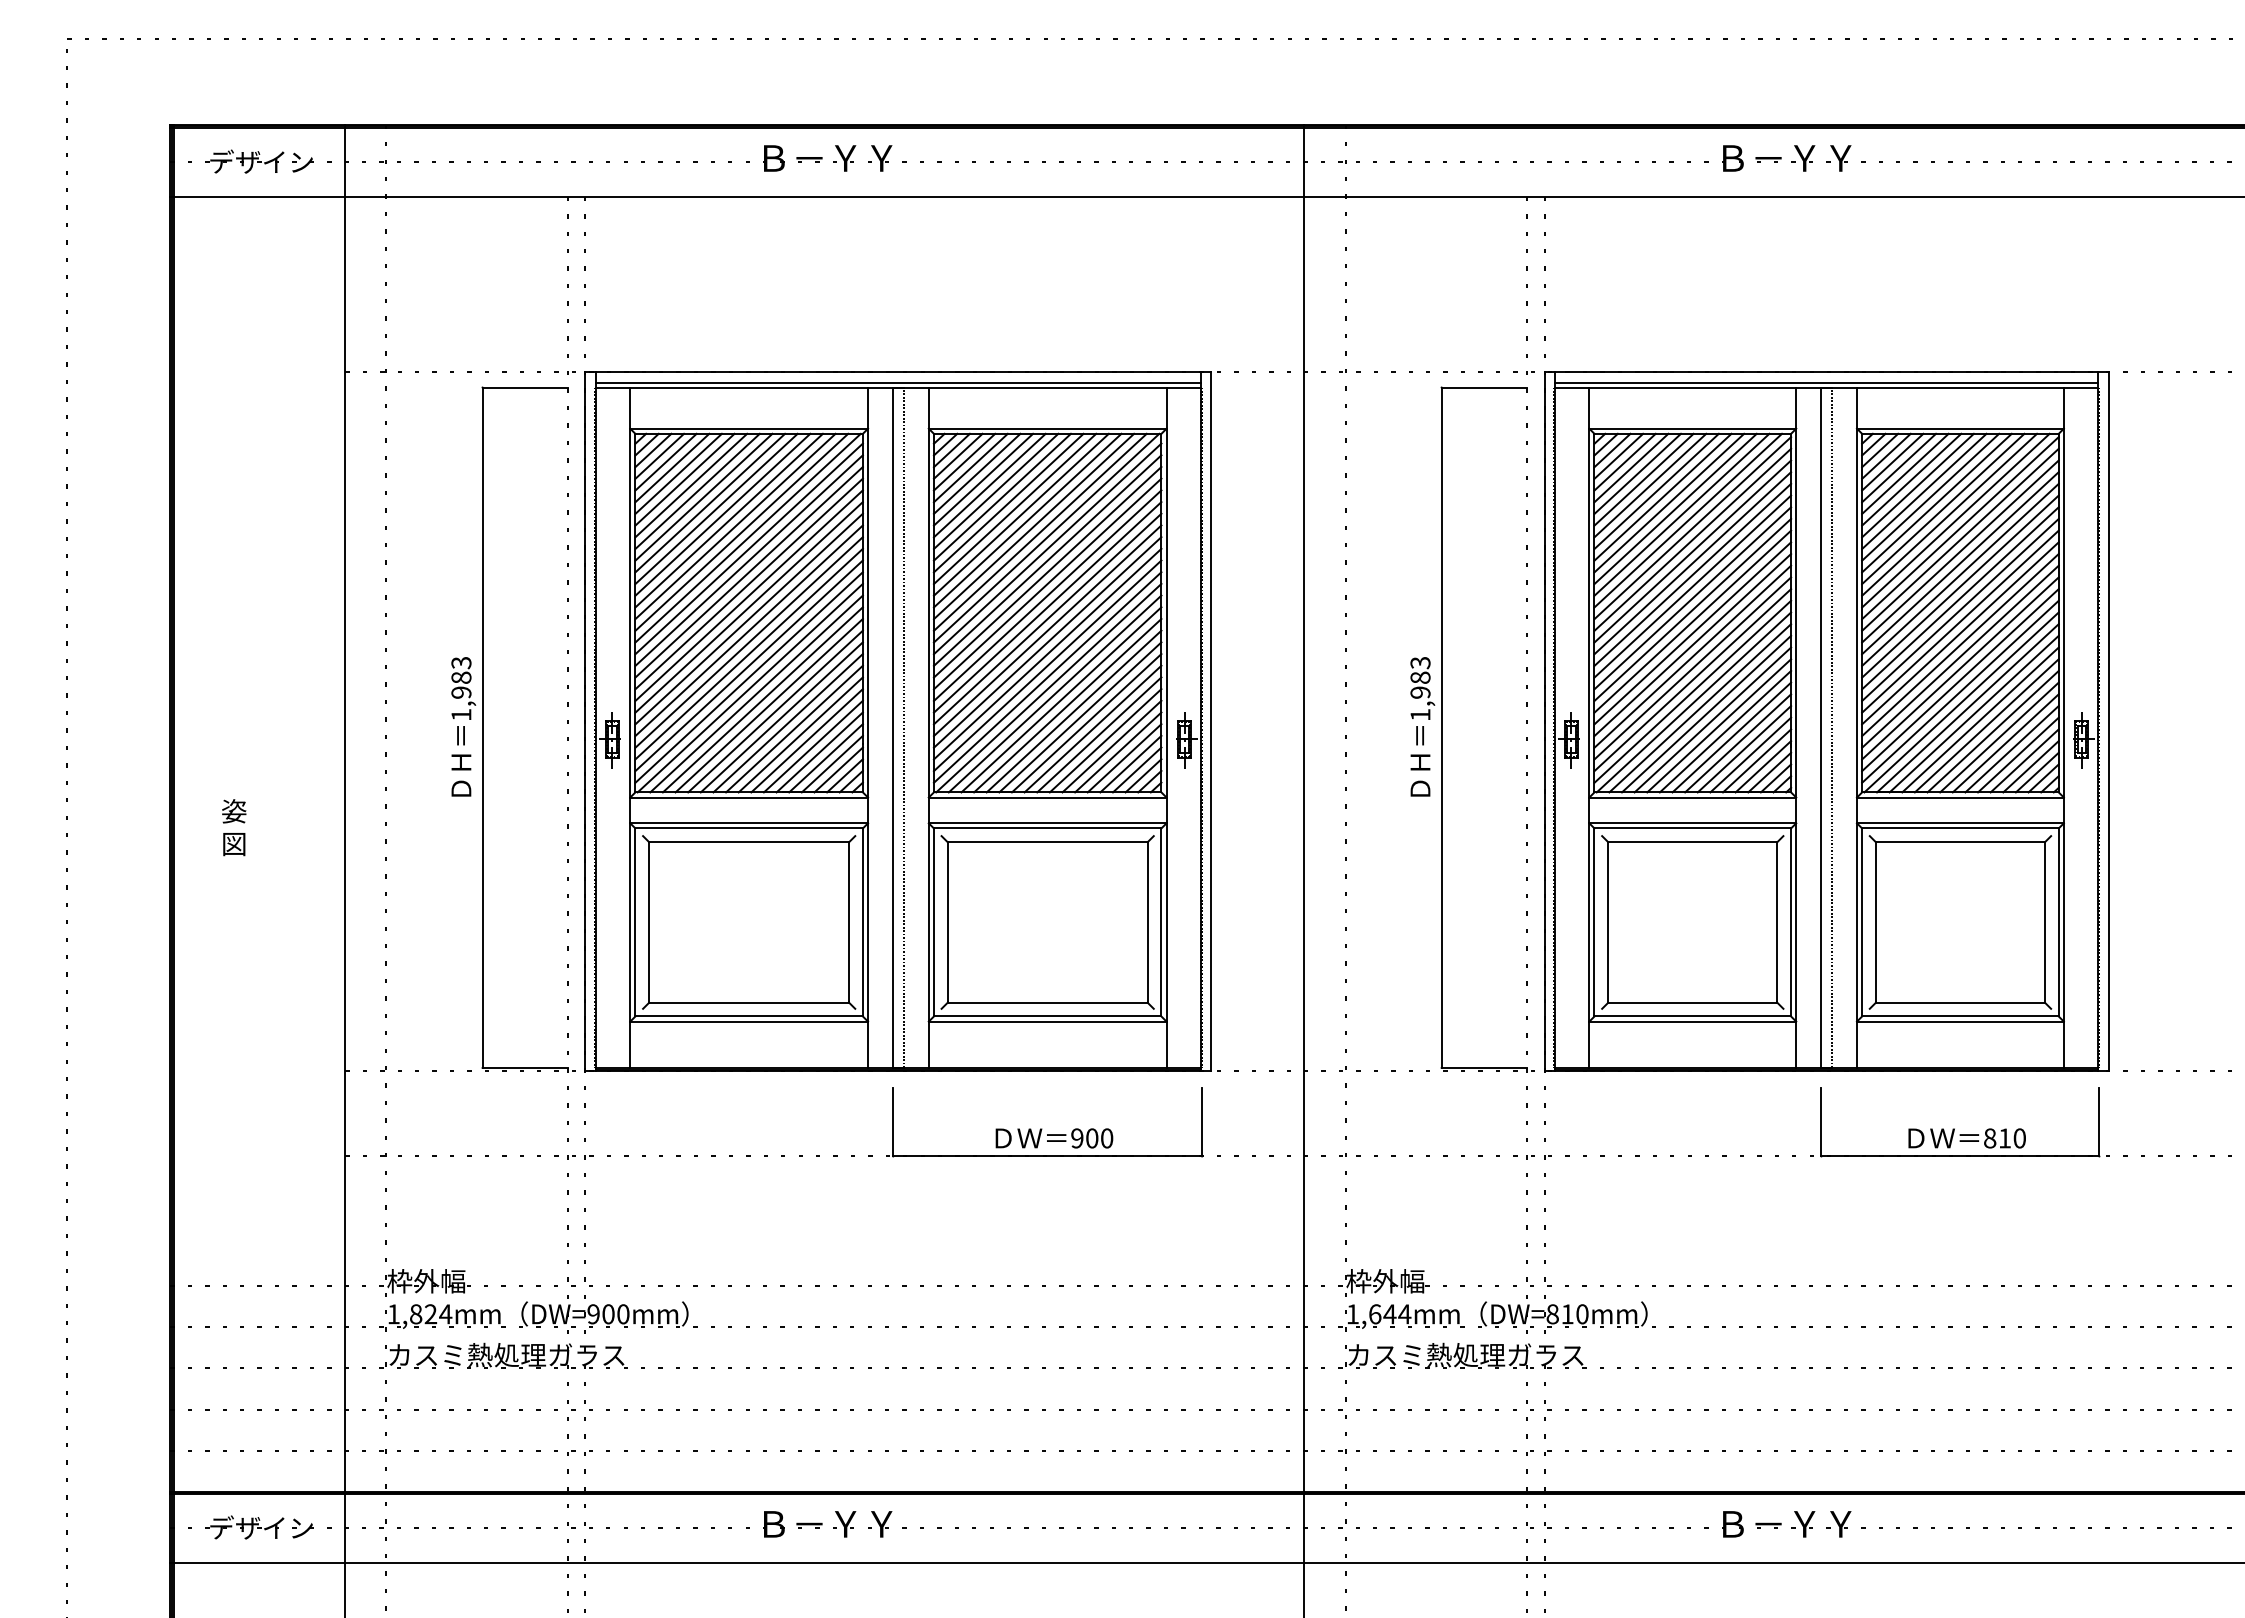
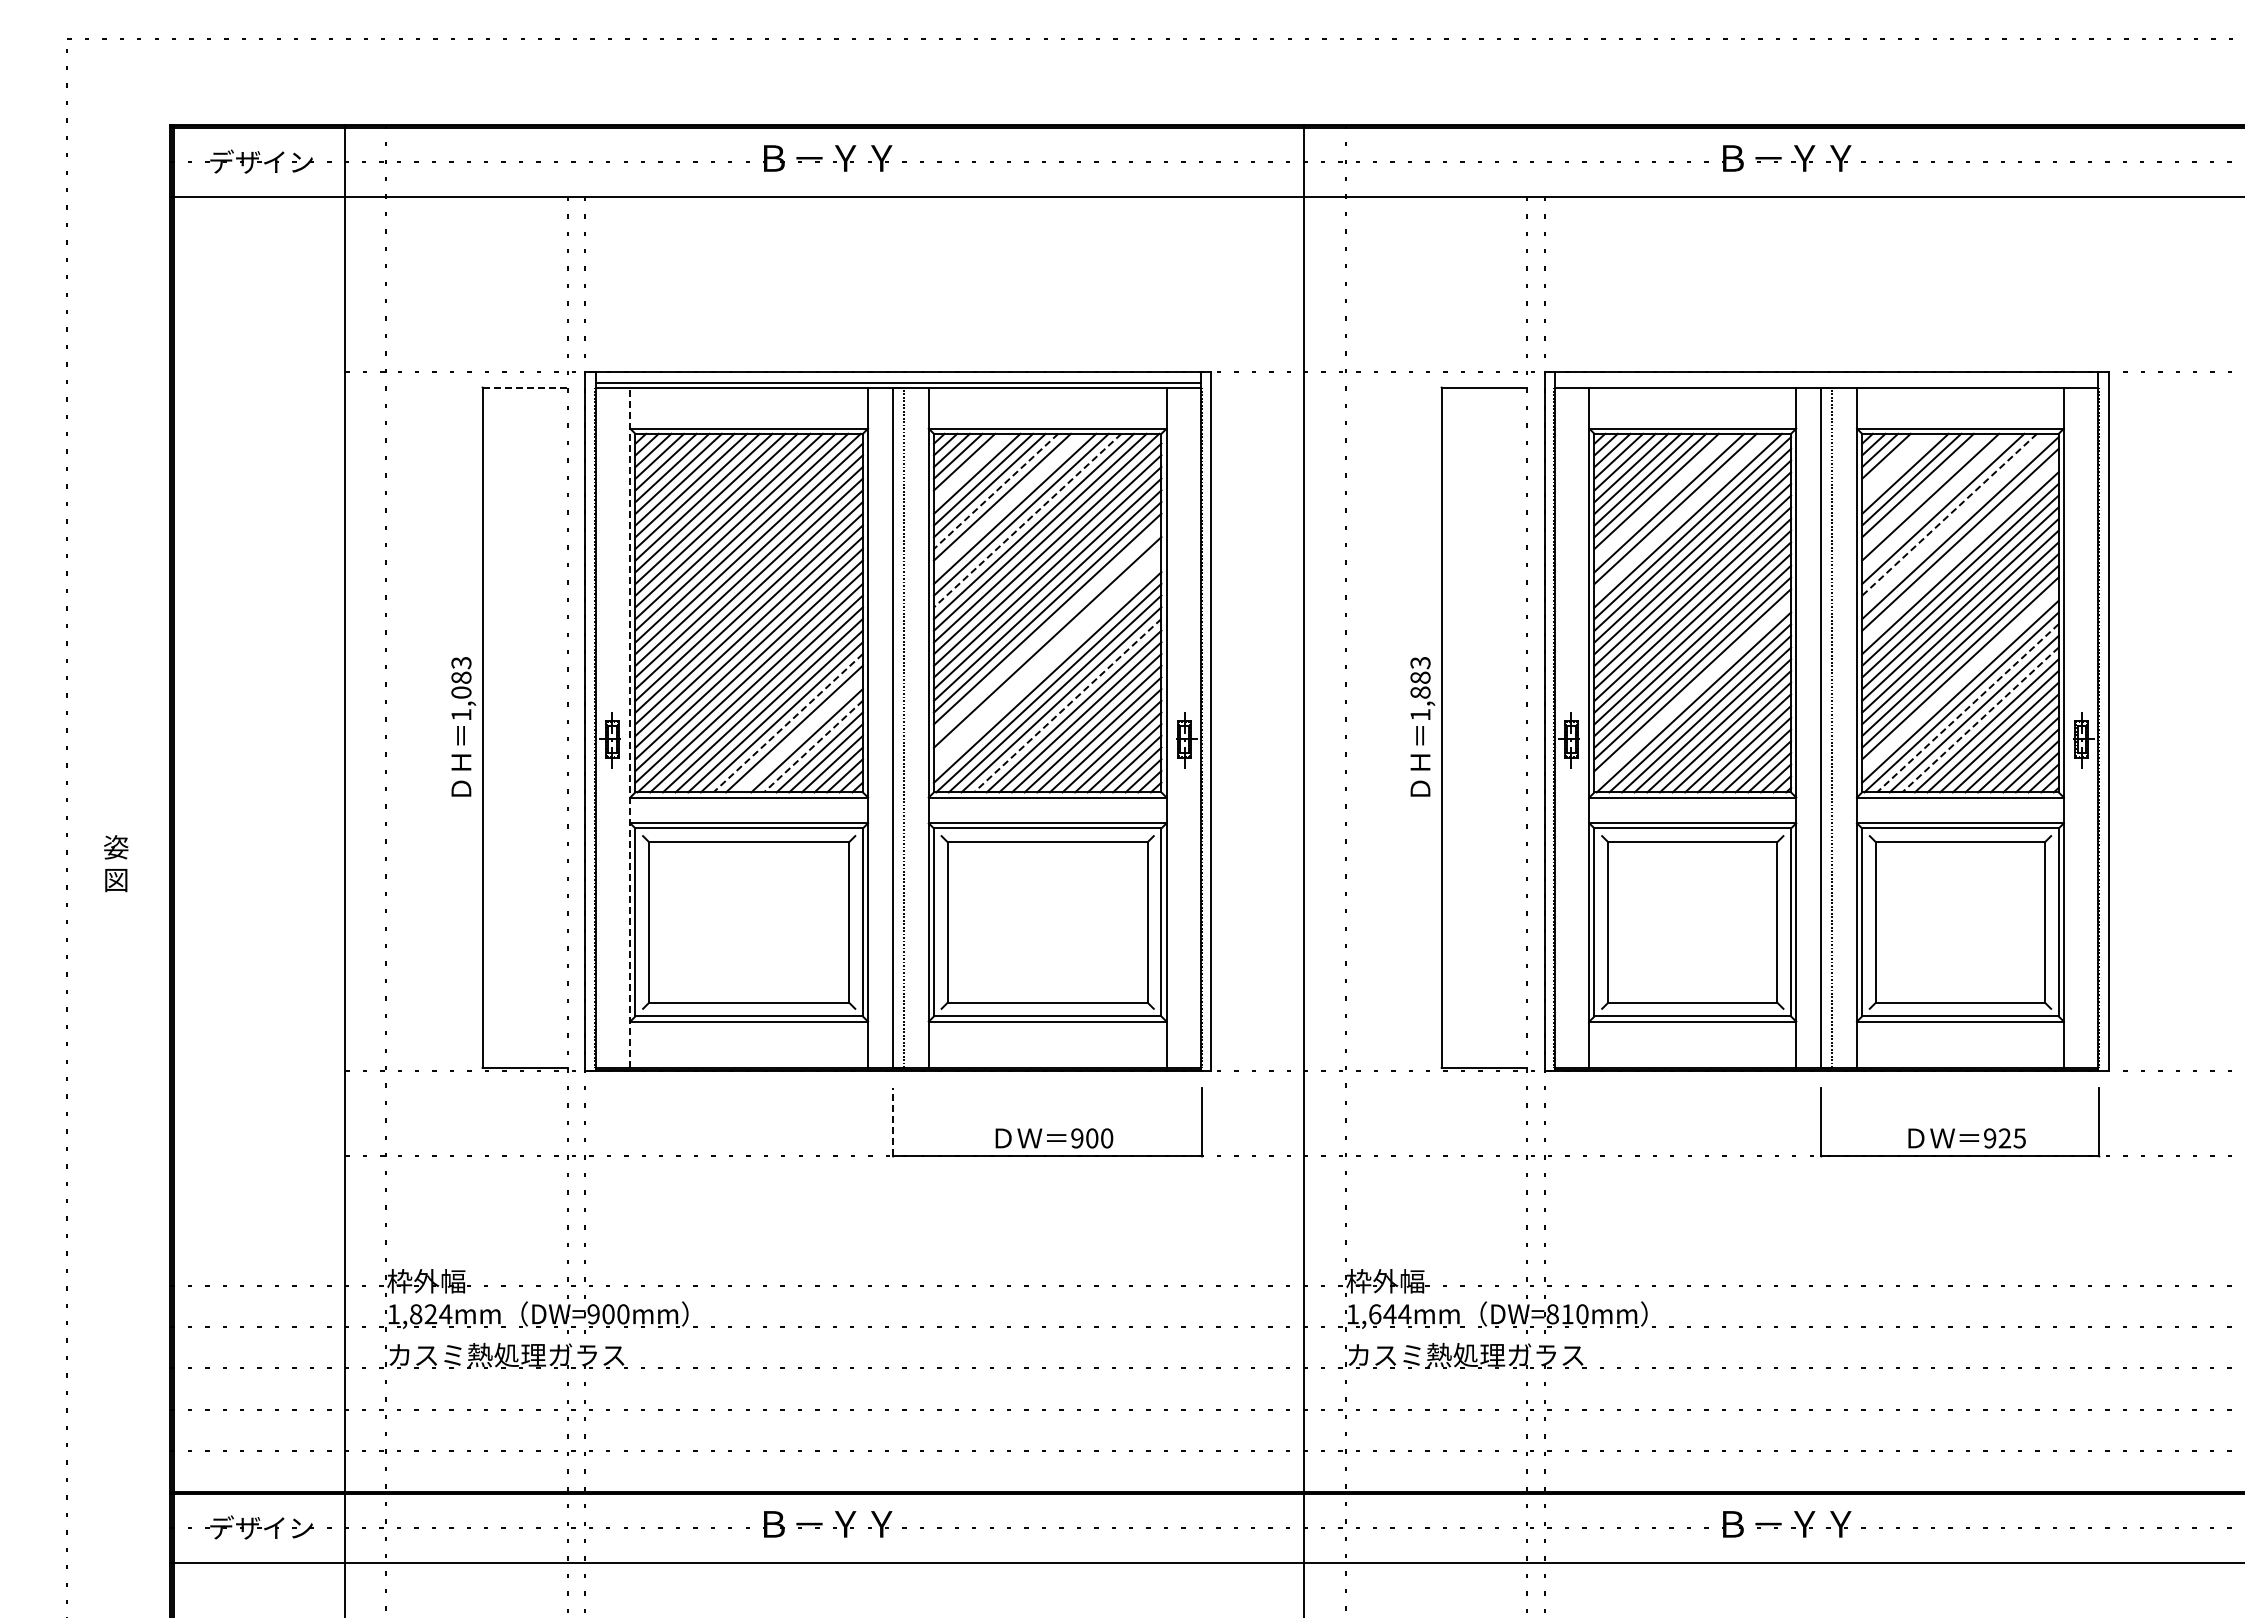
line at (1826, 382): present -> none
line at (525, 387): solid -> dashed
line at (1892, 461): present -> none
line at (970, 467): present -> none
line at (1899, 467): present -> none
line at (996, 491): solid -> dashed
line at (1924, 491): present -> none
line at (1662, 496): present -> none
line at (1008, 502): present -> none
line at (1936, 502): present -> none
line at (1681, 514): present -> none
line at (1949, 515): solid -> dashed
line at (1027, 520): solid -> dashed
line at (1955, 520): present -> none
line at (1960, 551): present -> none
line at (1047, 630): present -> none
line at (1047, 653): present -> none
line at (1047, 665): present -> none
line at (1960, 680): present -> none
line at (1692, 691): present -> none
text at (461, 692): 1,983 -> 1,083
text at (1420, 692): 1,983 -> 1,883
line at (1067, 705): solid -> dashed
line at (1967, 708): solid -> dashed
line at (1980, 719): solid -> dashed
line at (788, 723): solid -> dashed
line at (630, 727): solid -> dashed
line at (800, 734): present -> none
line at (813, 746): solid -> dashed
text at (234, 827) position: (234, 827) -> (116, 863)
line at (893, 1121): solid -> dashed
text at (2004, 1138): 810 -> 925
